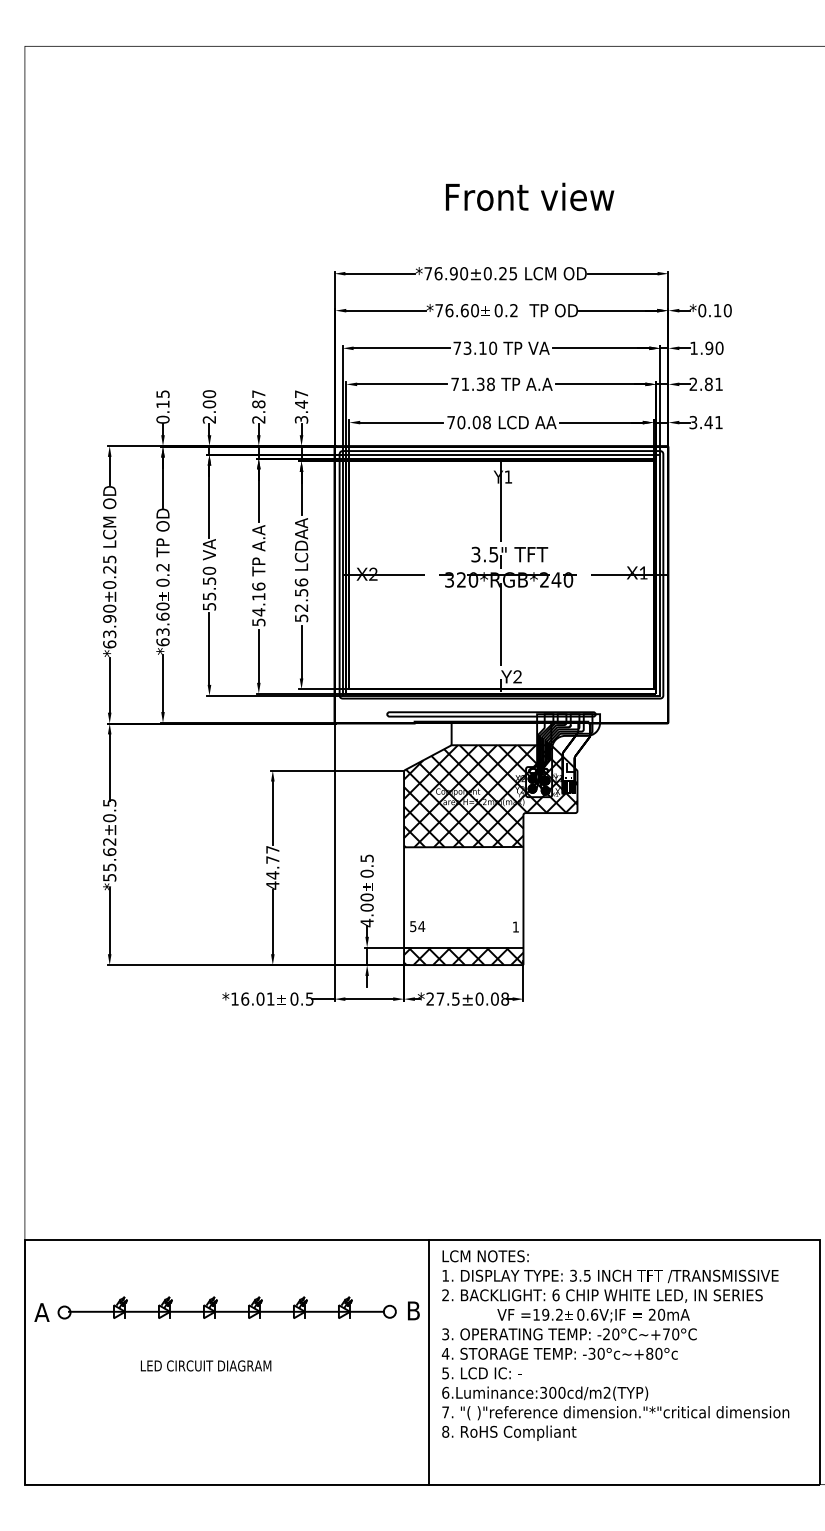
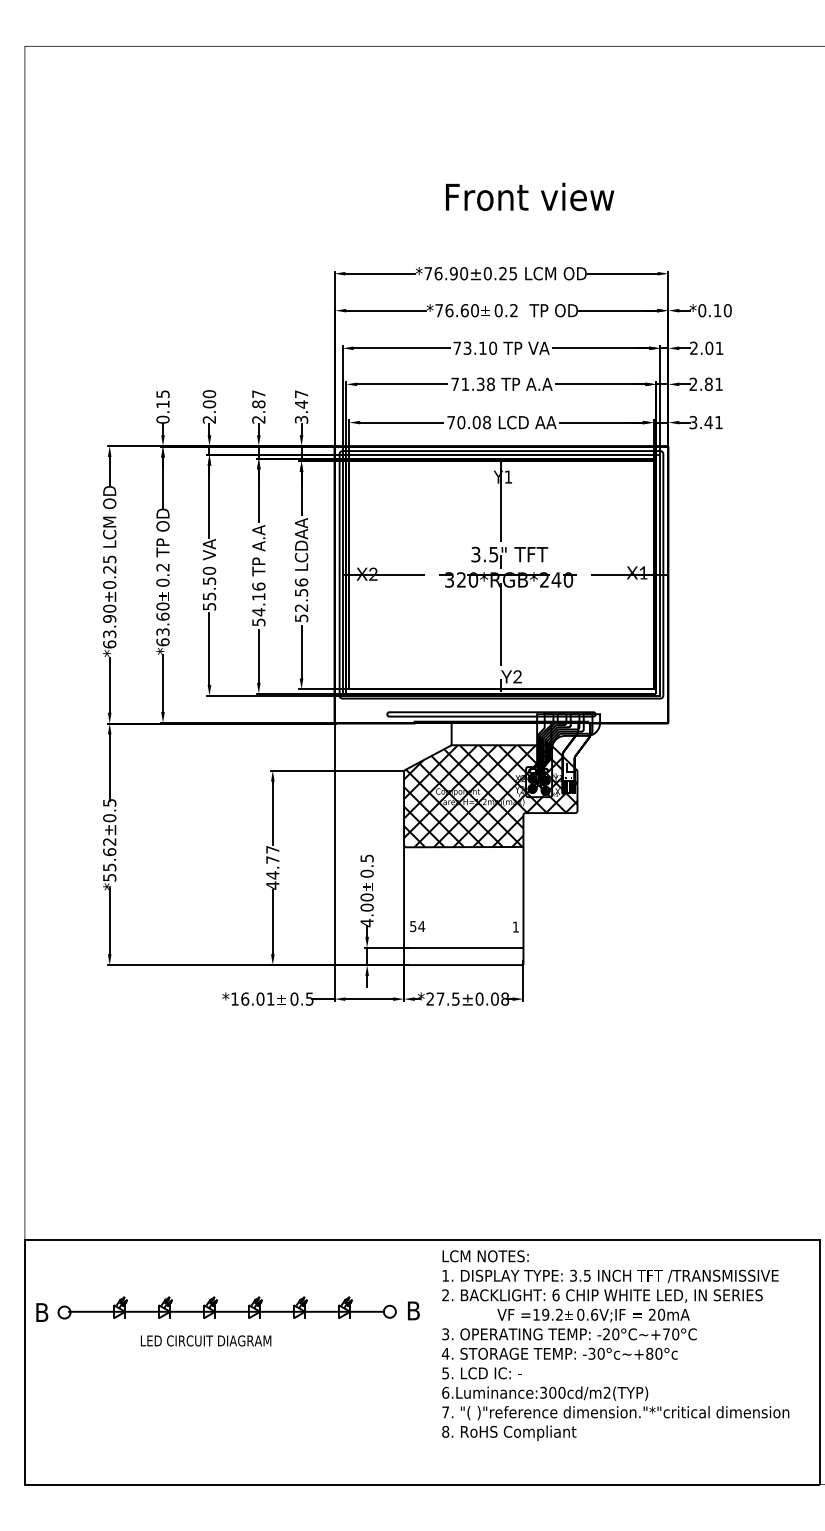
text at (706, 347): 1.90 -> 2.01
hatch at (463, 956): present -> none
text at (41, 1312): A -> B
line at (428, 1362): present -> none
text at (206, 1365) position: (206, 1365) -> (206, 1340)
